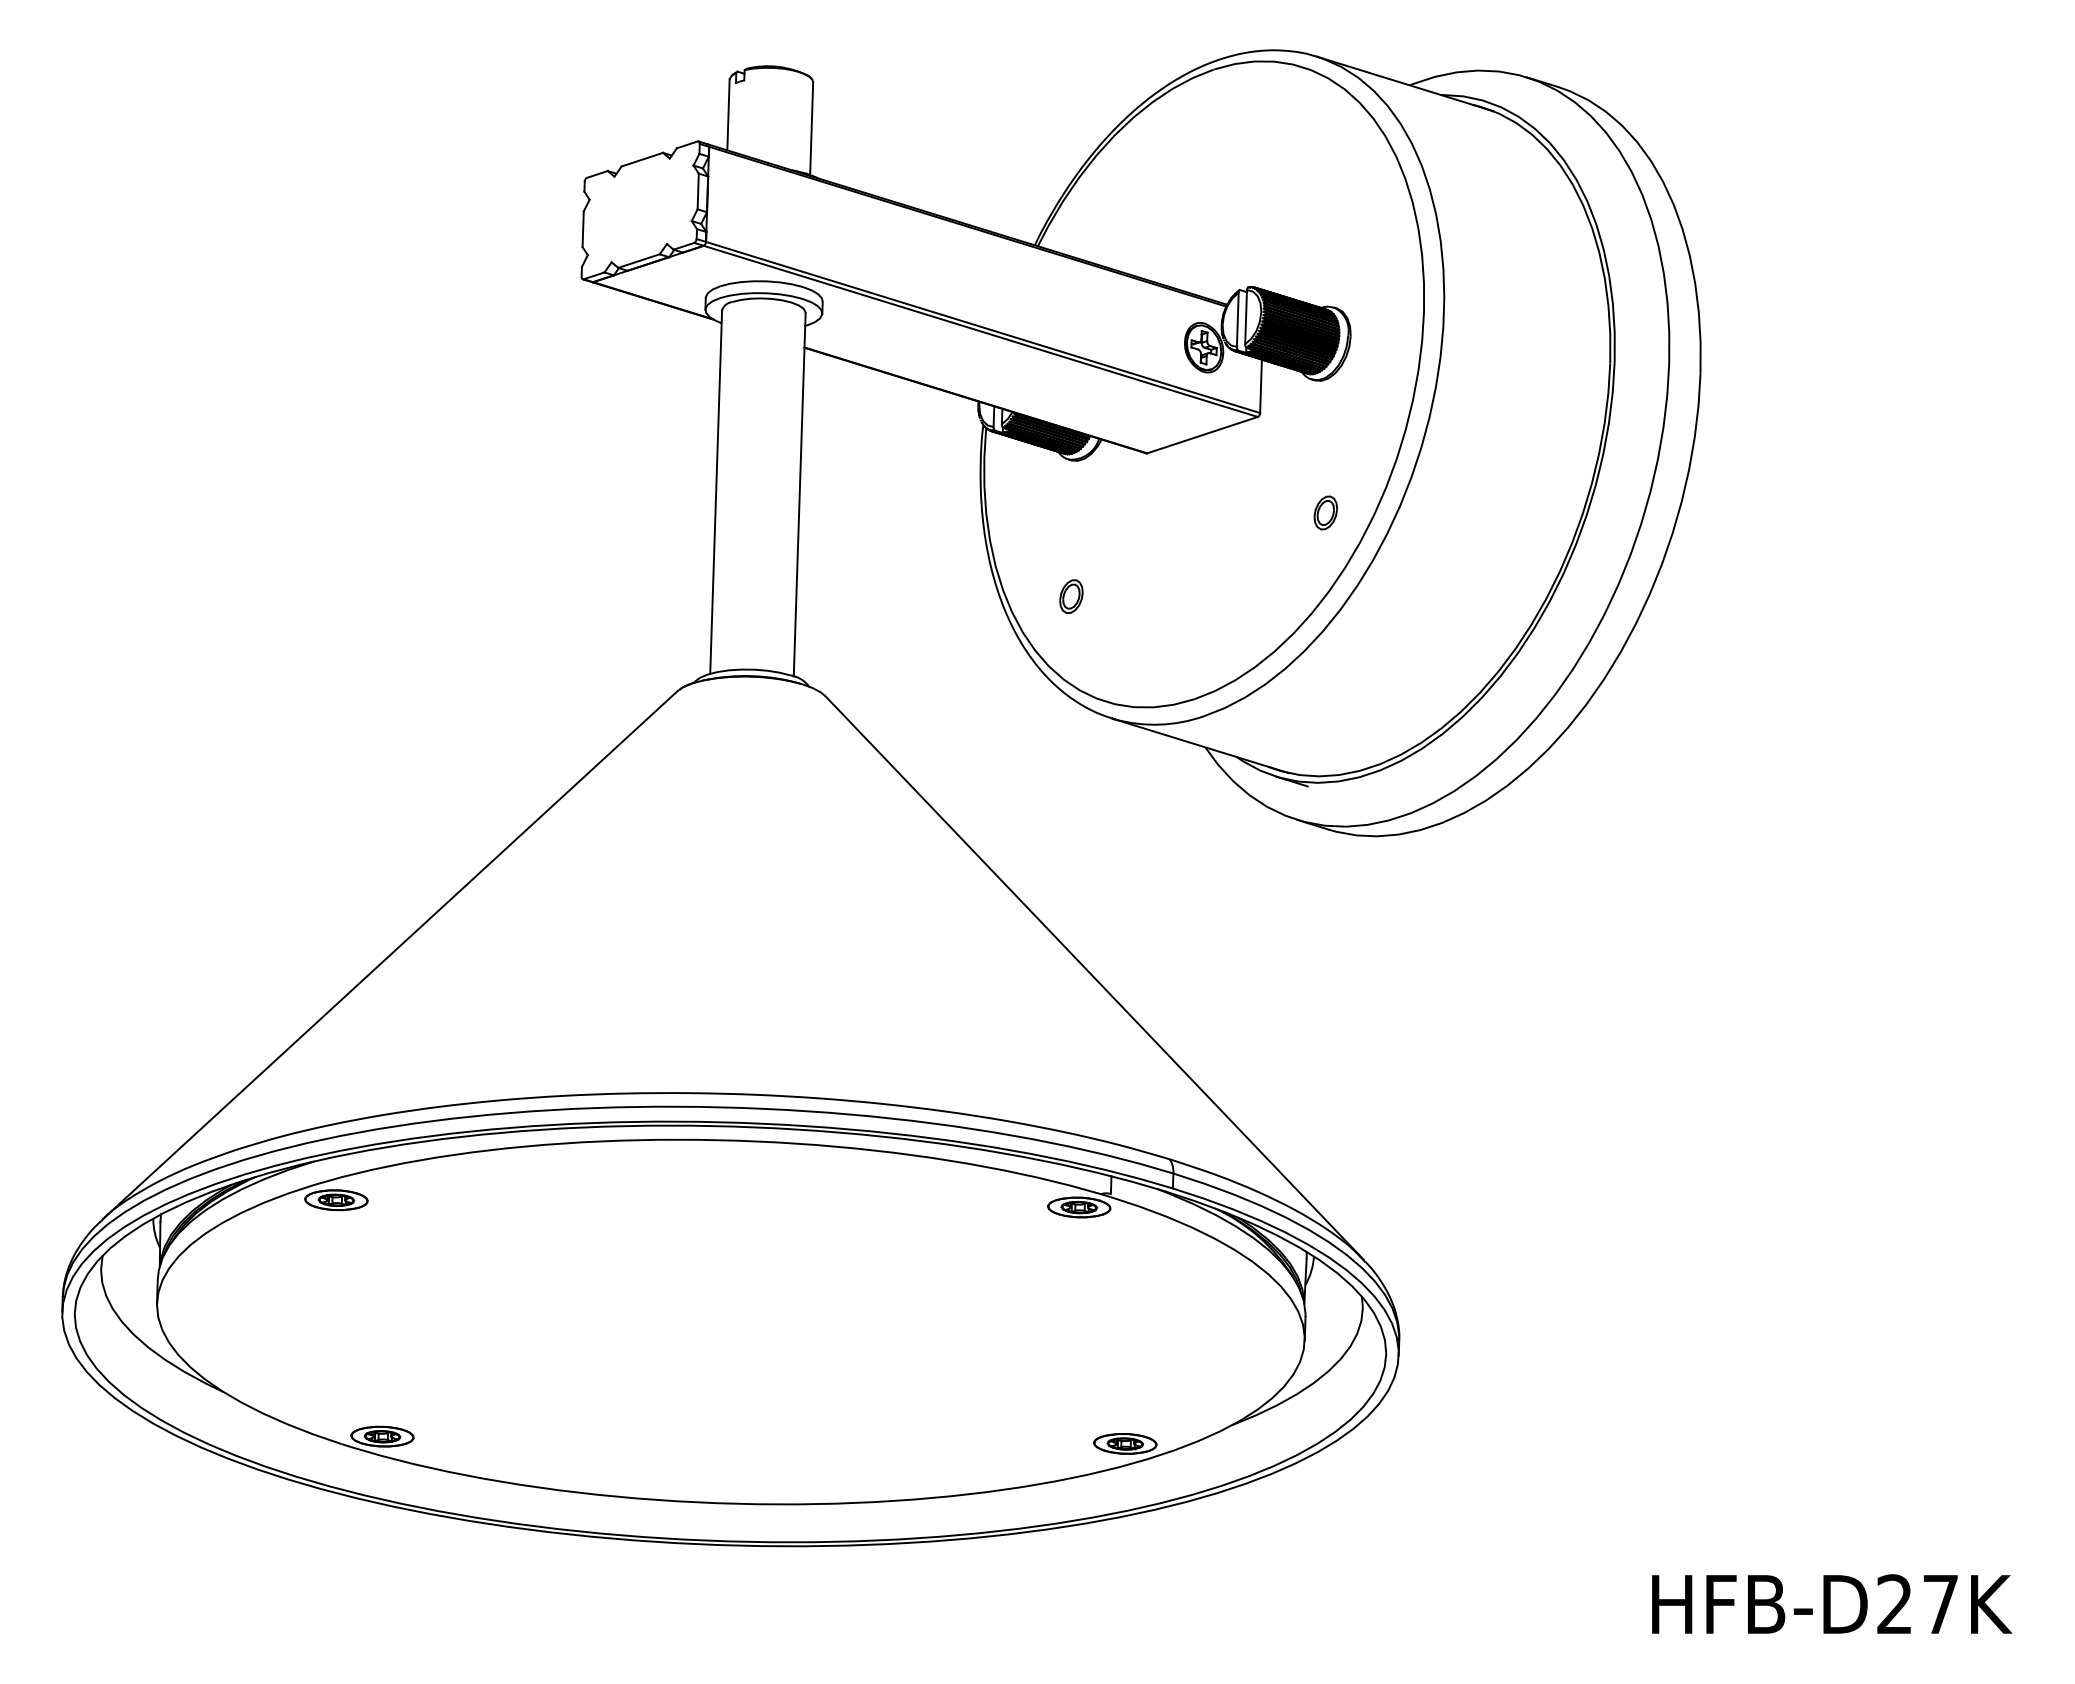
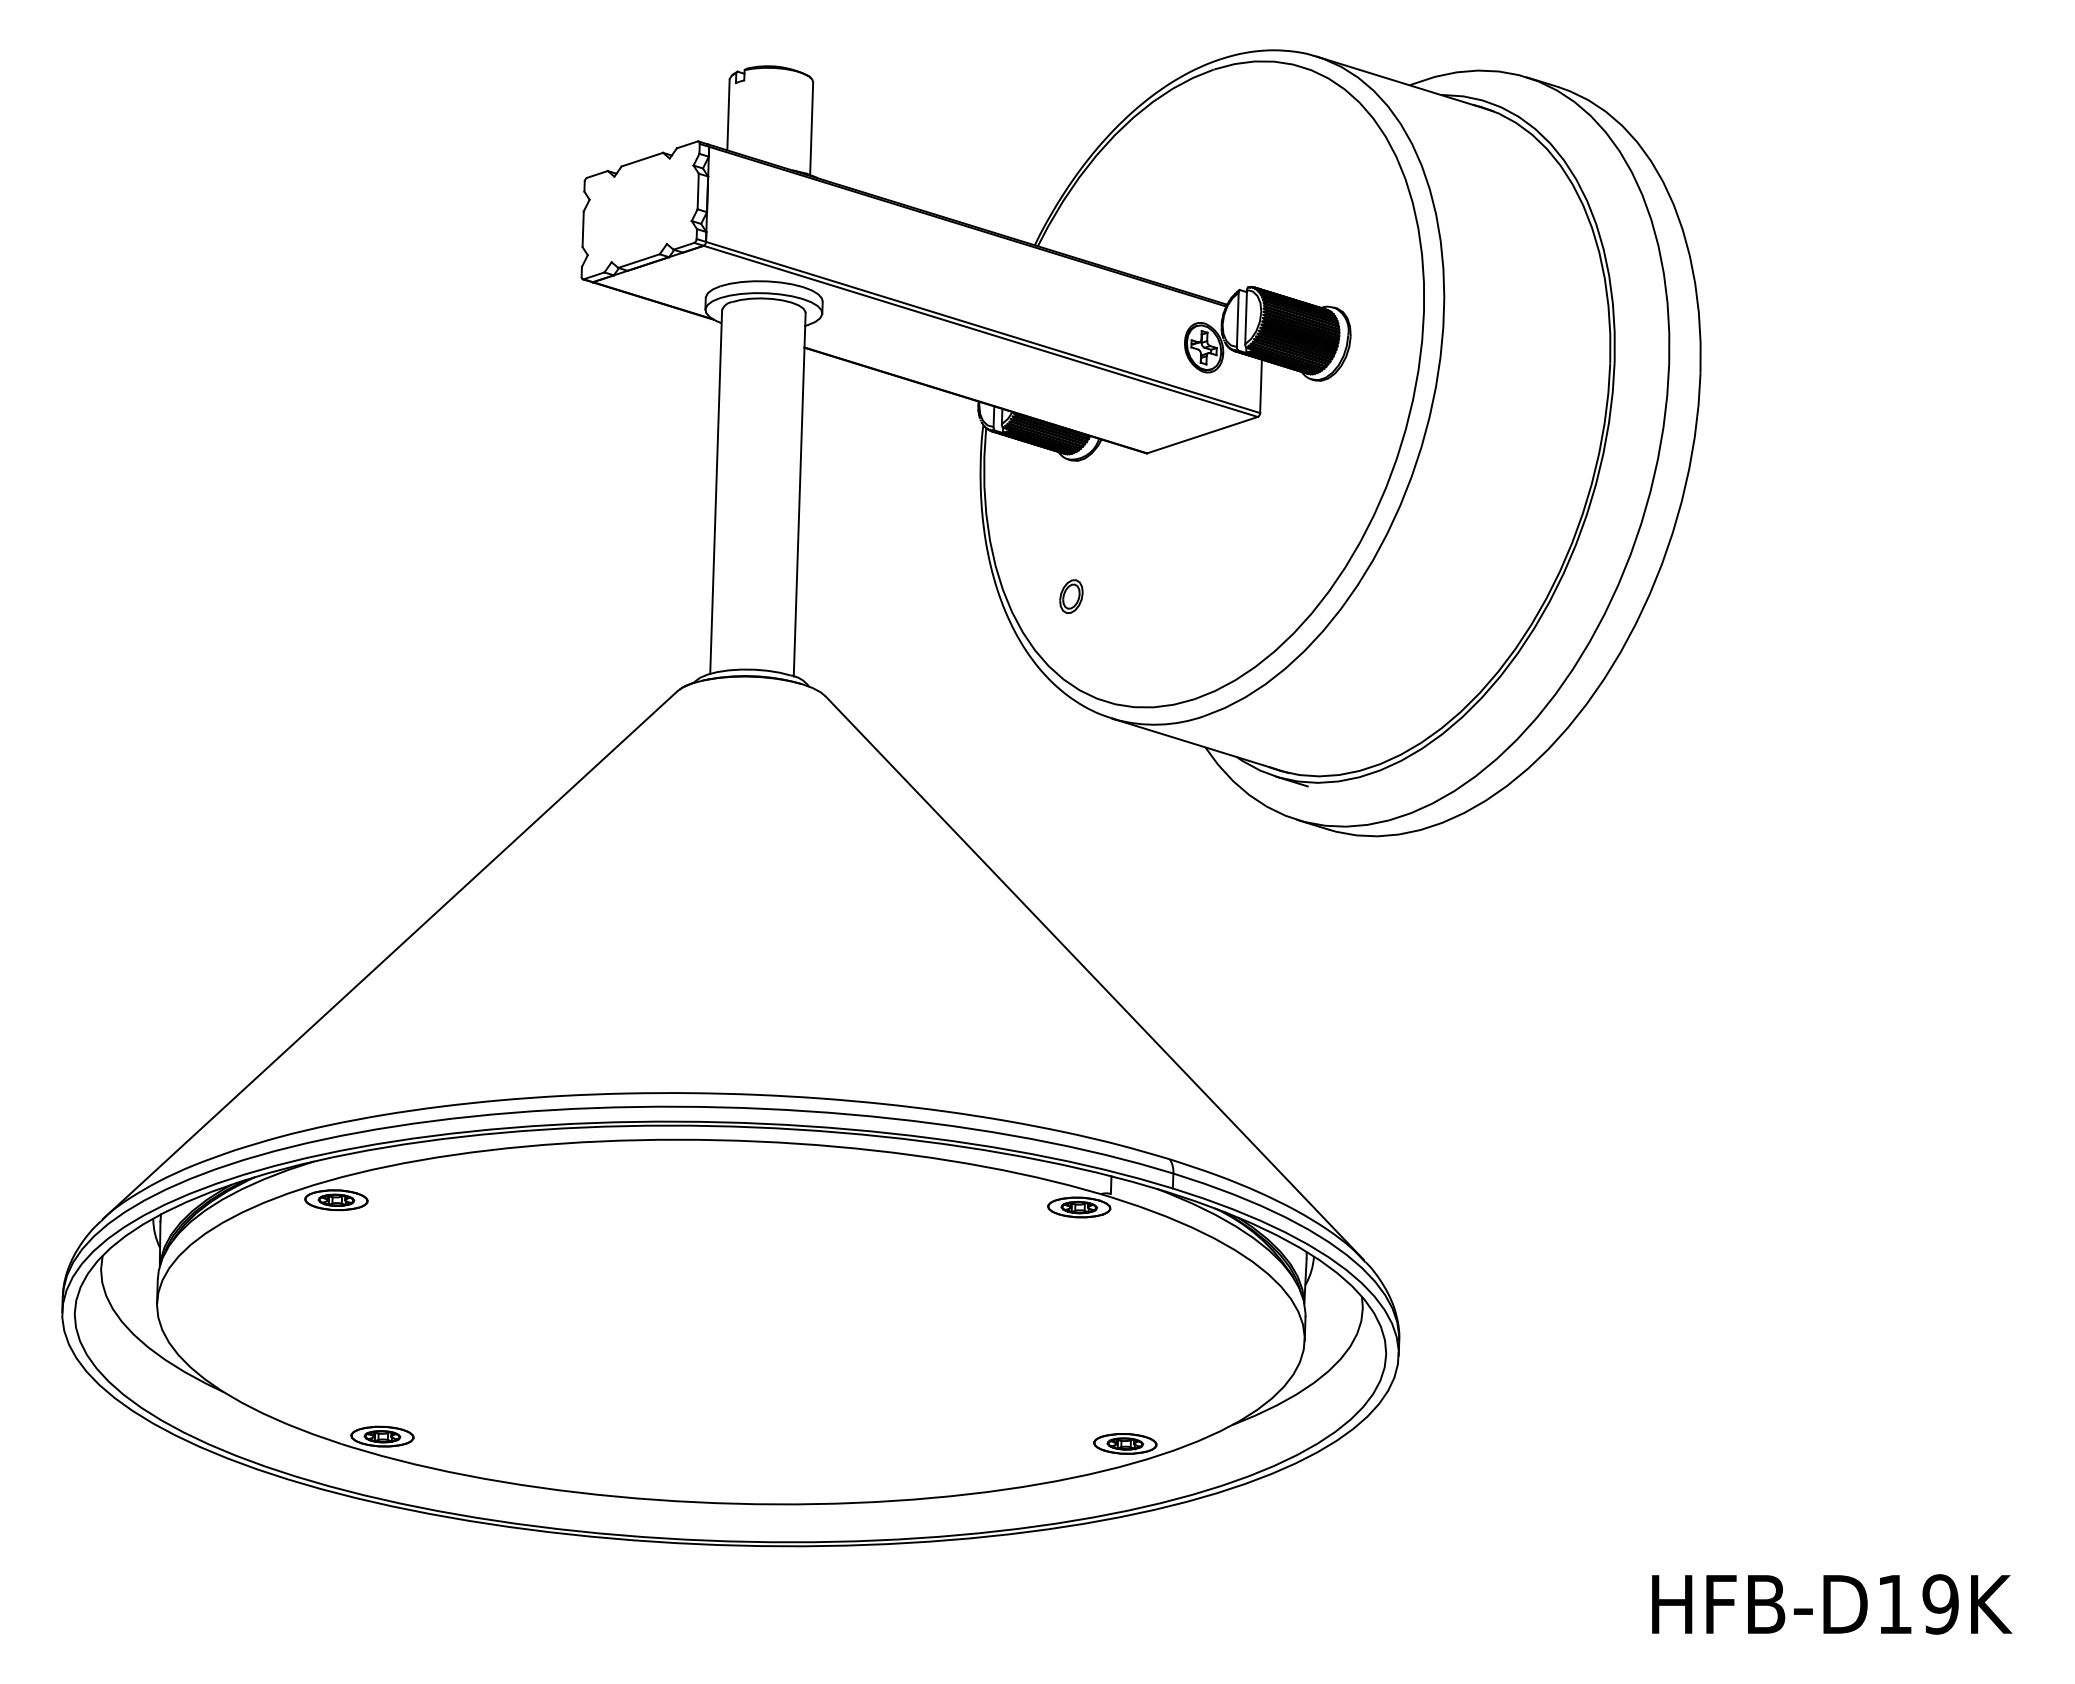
part at (1325, 512): present -> none
text at (1917, 1604): HFB-D27K -> HFB-D19K
